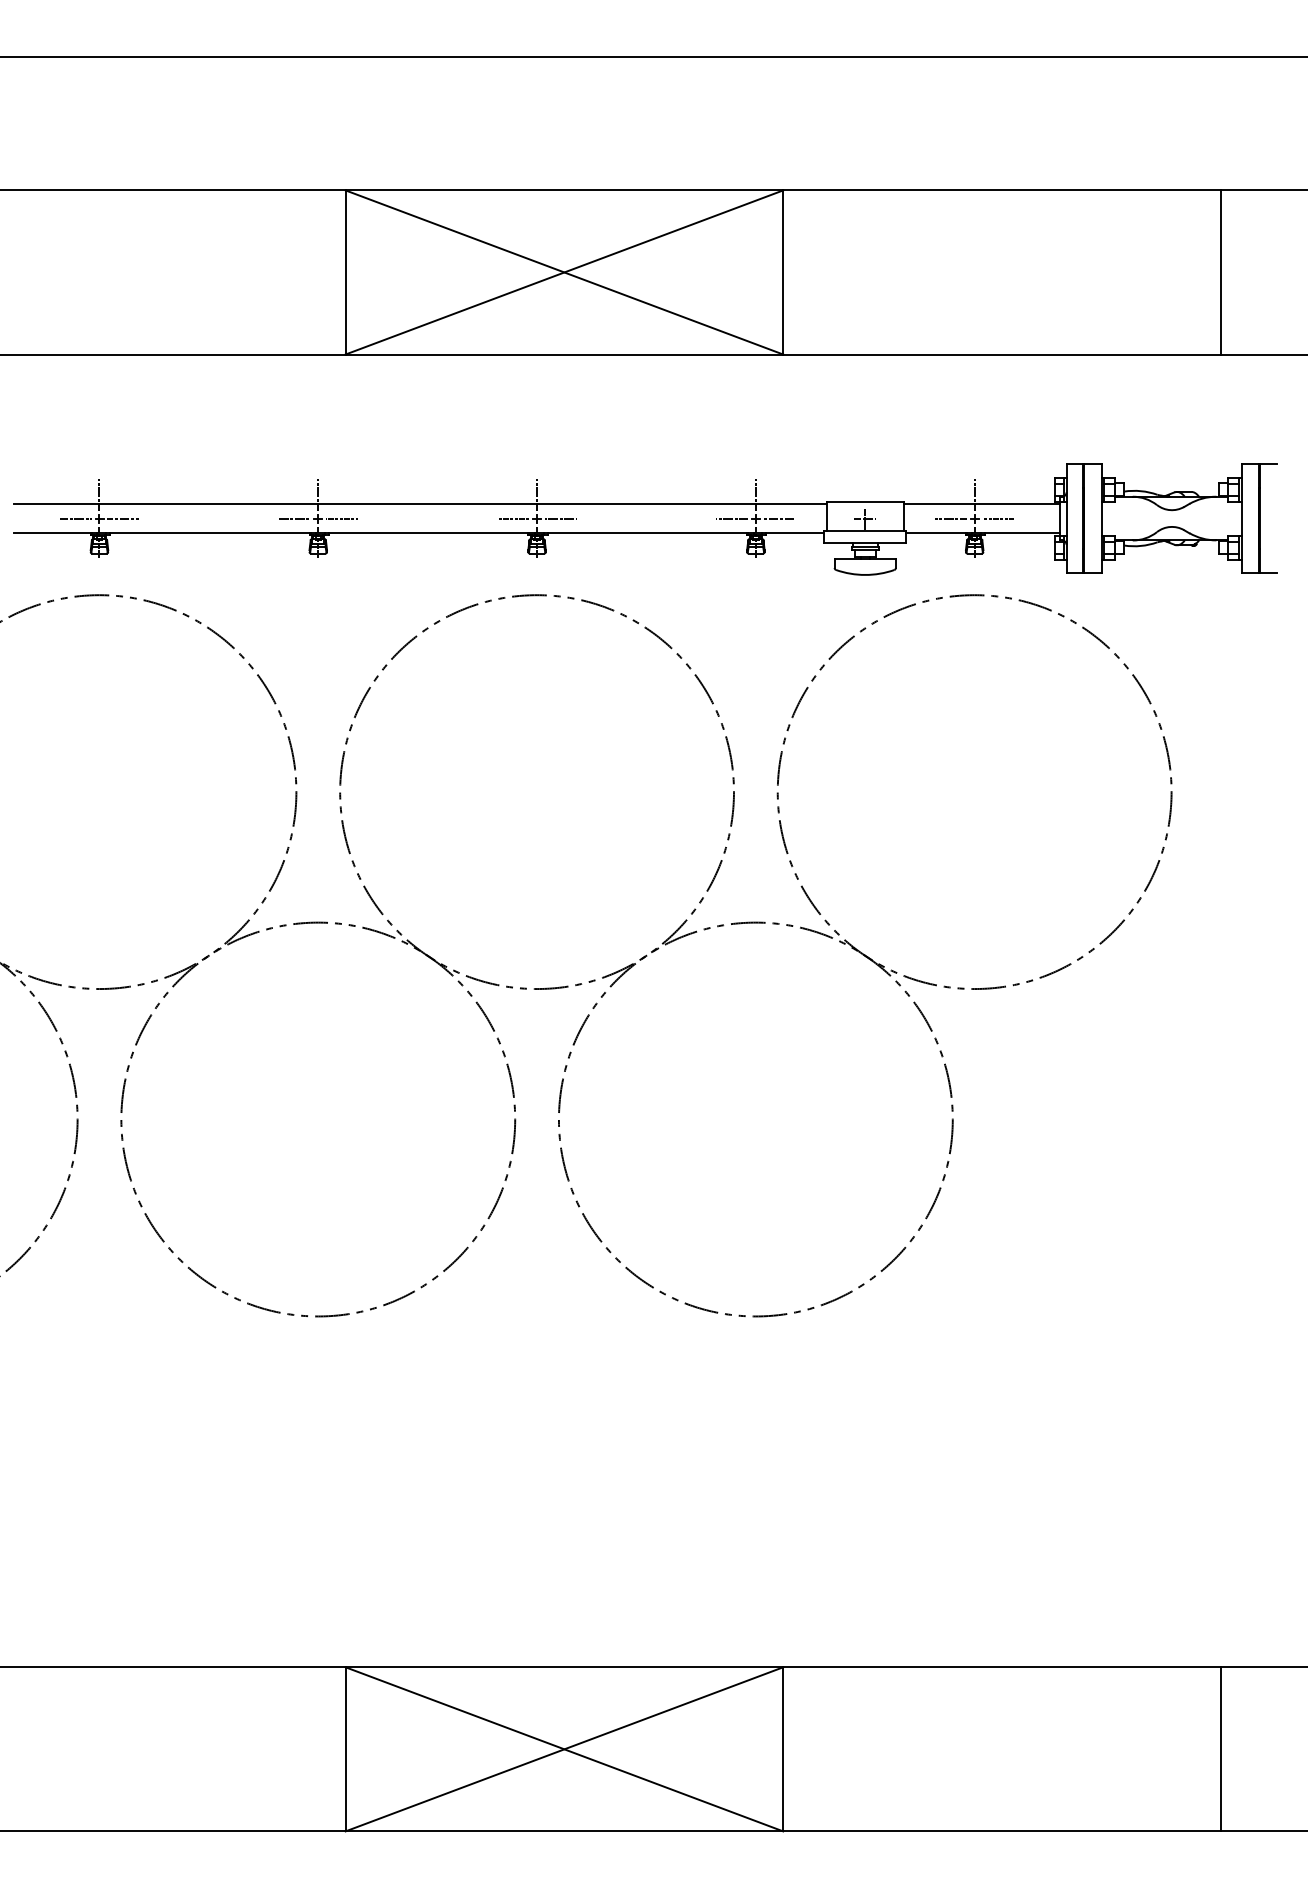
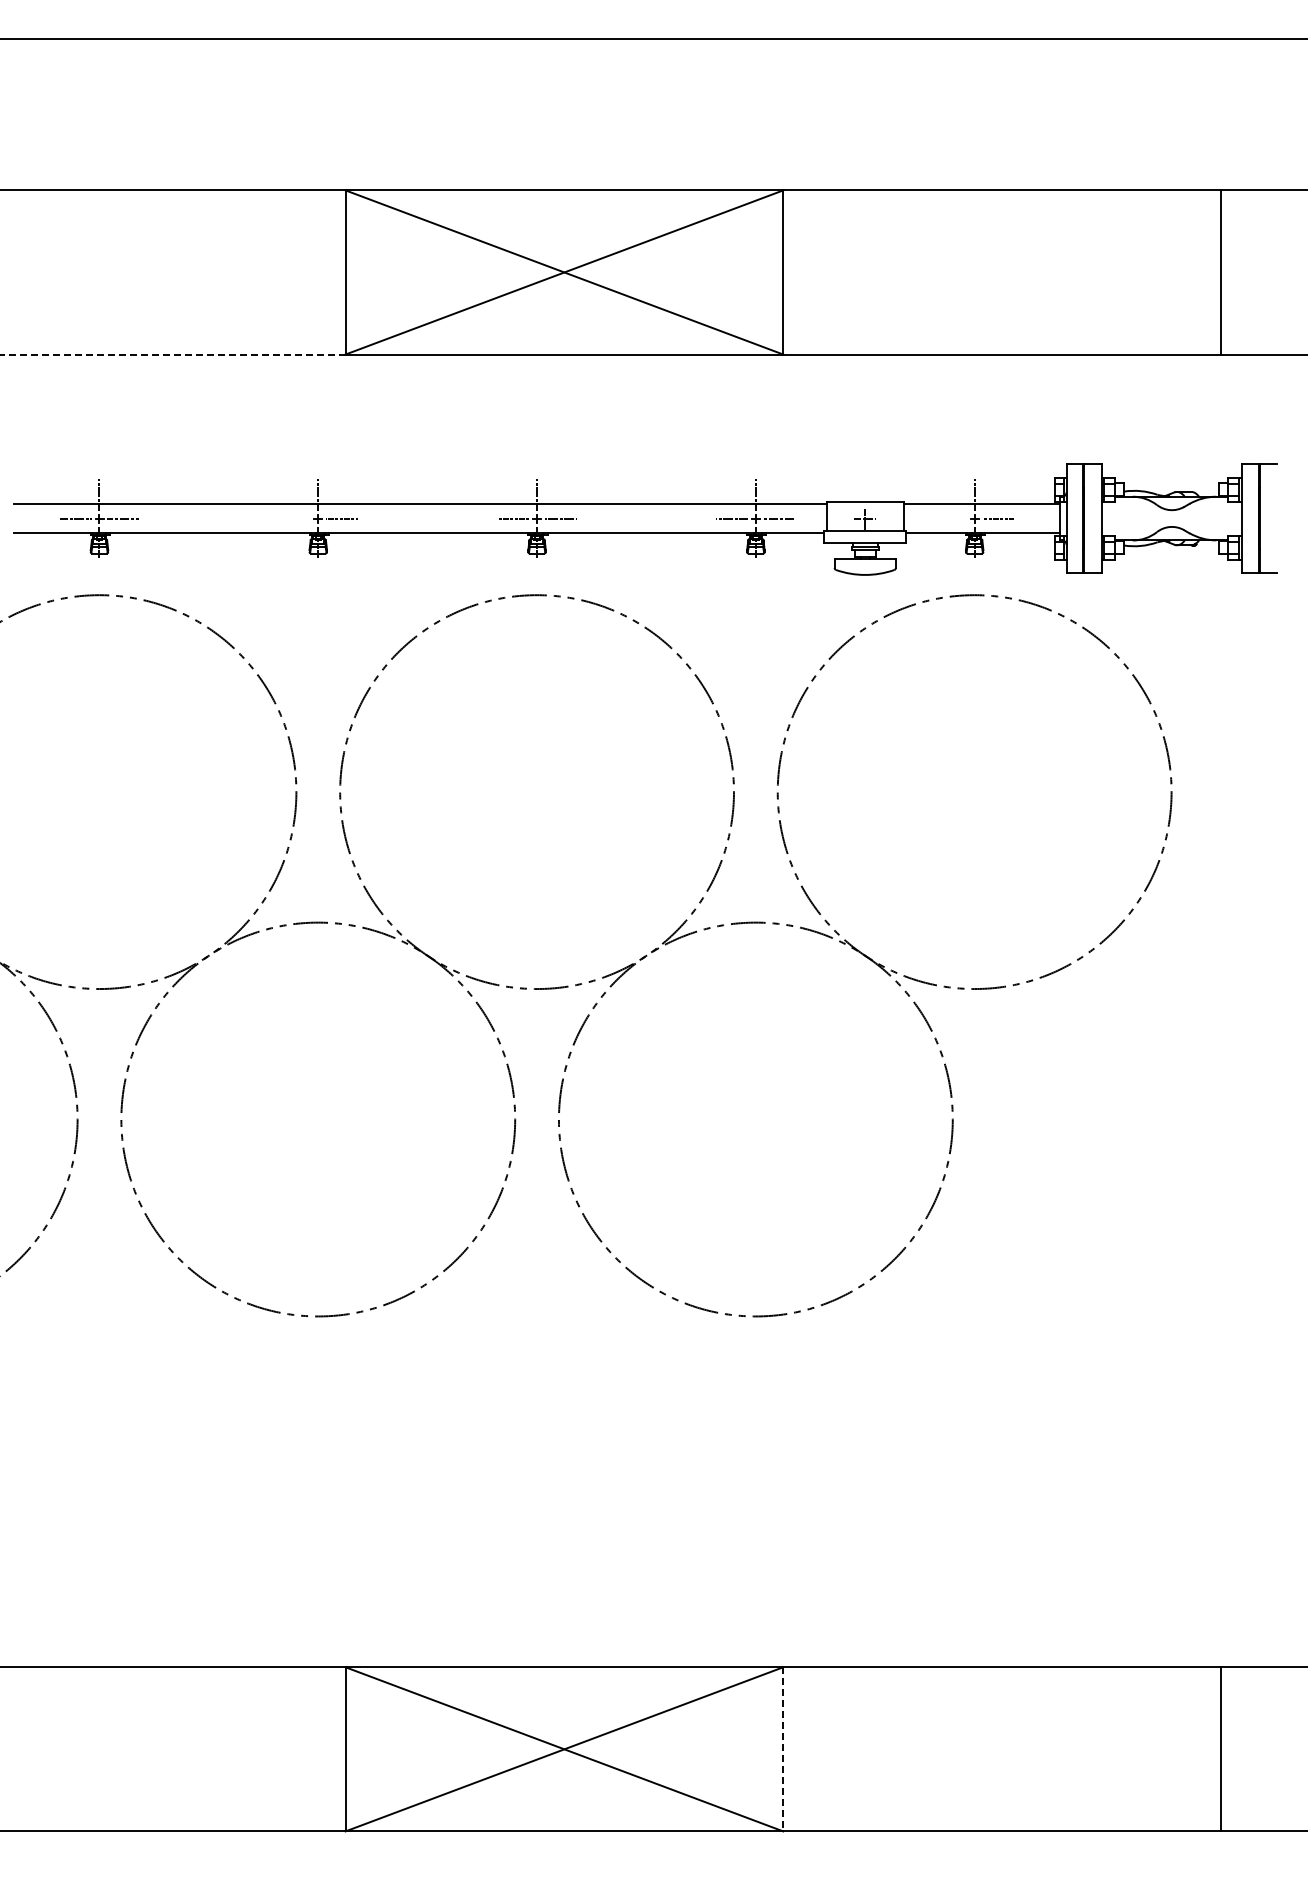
line at (653, 56) position: (653, 56) -> (653, 38)
line at (172, 354): solid -> dashed
line at (294, 518): present -> none
line at (950, 518): present -> none
line at (783, 1749): solid -> dashed
